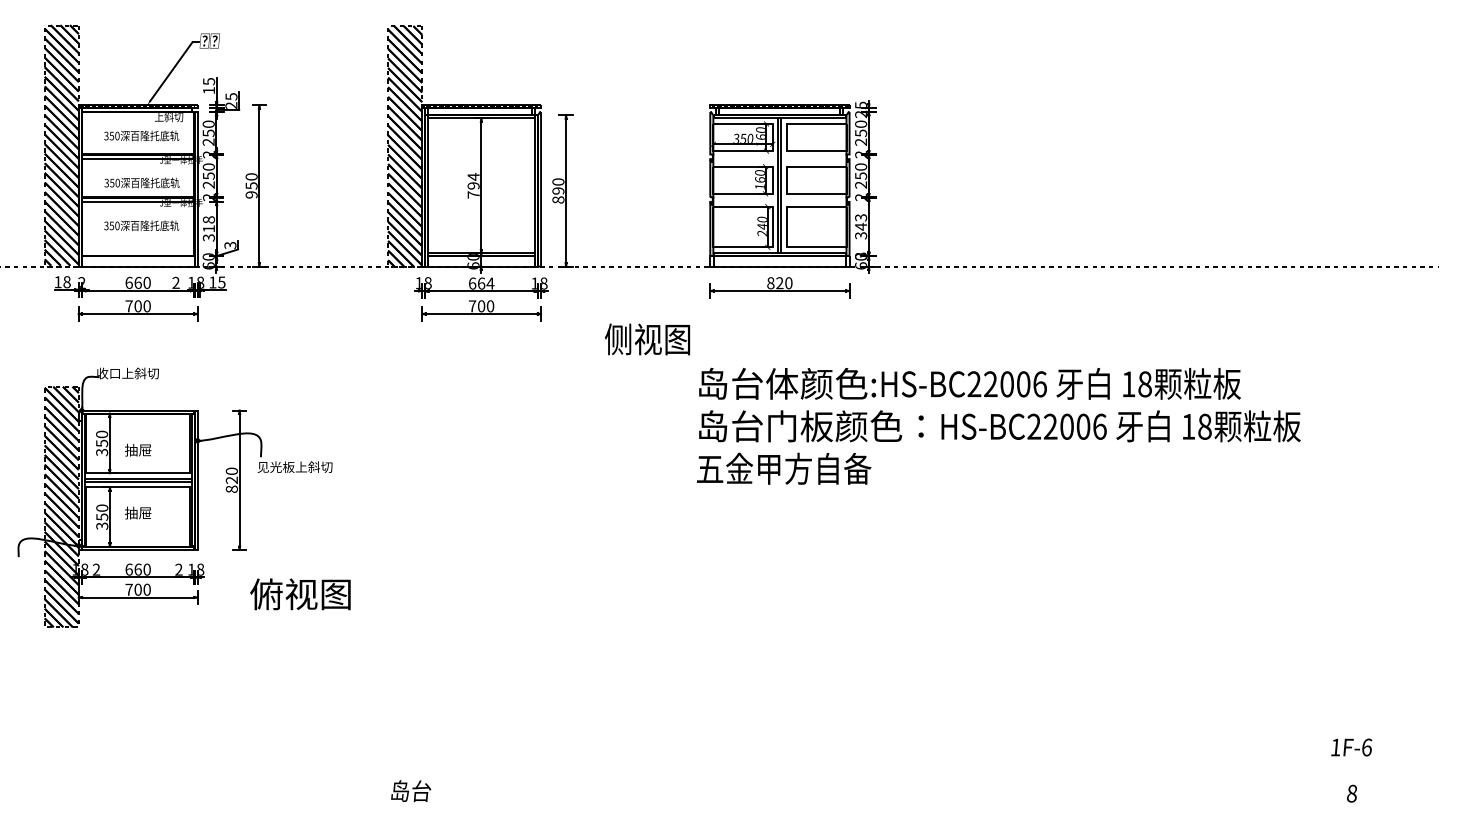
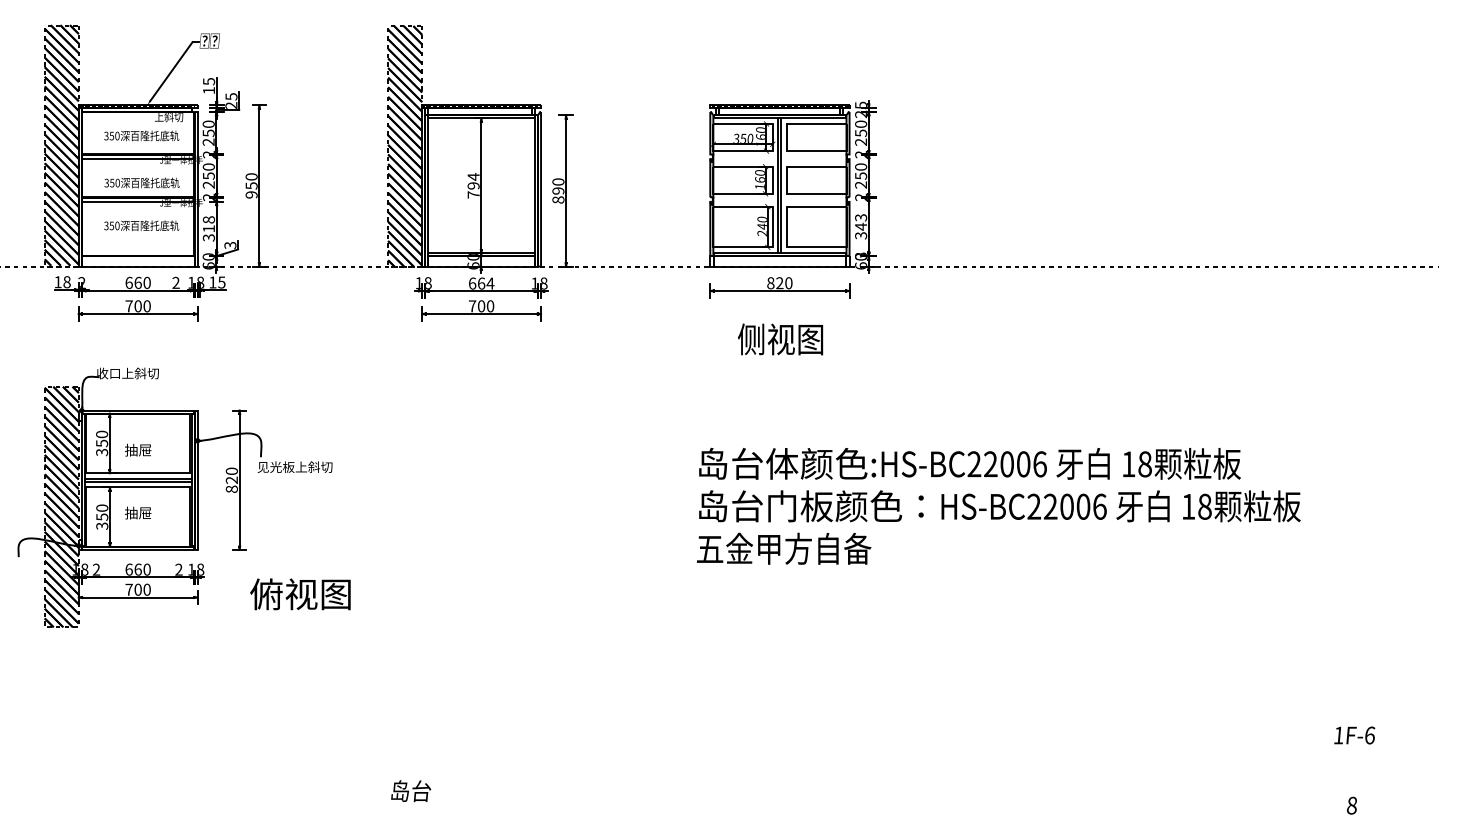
text at (647, 339) position: (647, 339) -> (780, 339)
text at (998, 425) position: (998, 425) -> (998, 505)
text at (1351, 747) position: (1351, 747) -> (1354, 735)
text at (1351, 793) position: (1351, 793) -> (1351, 805)
